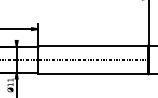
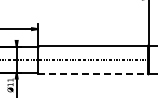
line at (93, 73): solid -> dashed
